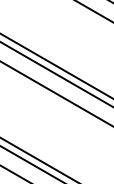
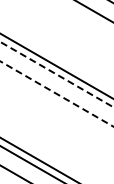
line at (57, 74): solid -> dashed
line at (56, 93): solid -> dashed
